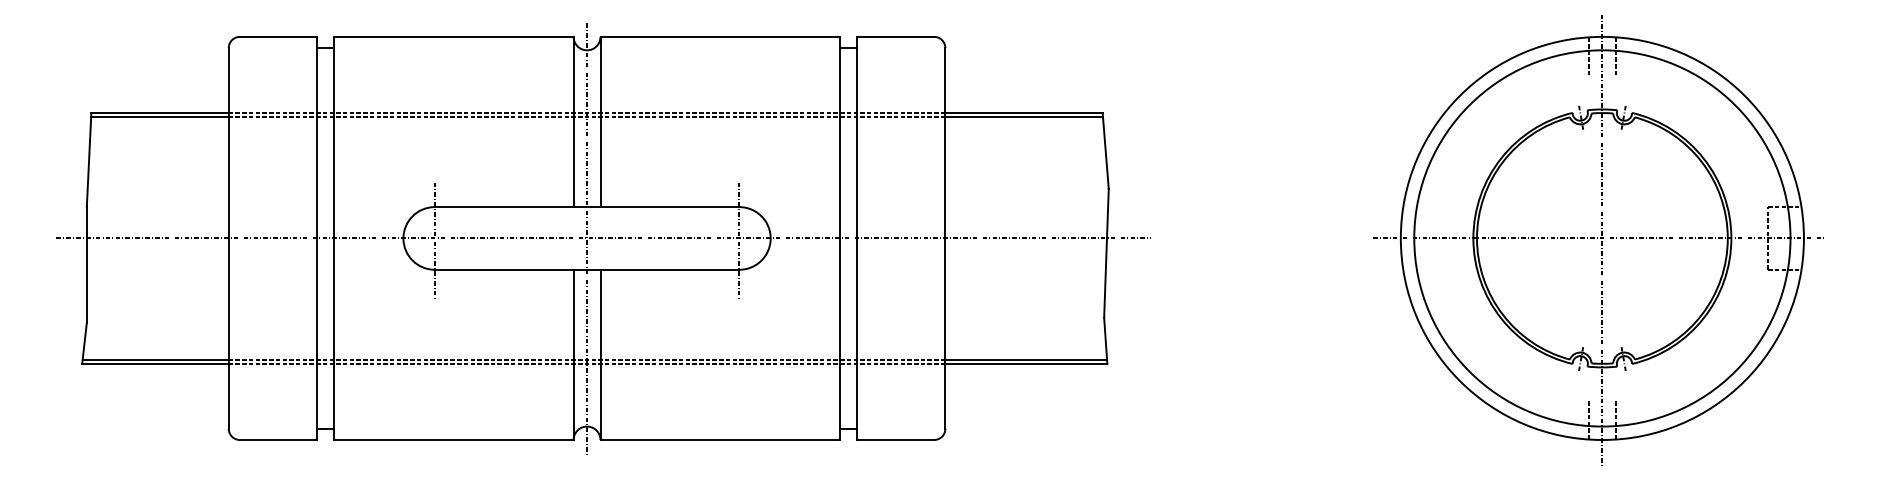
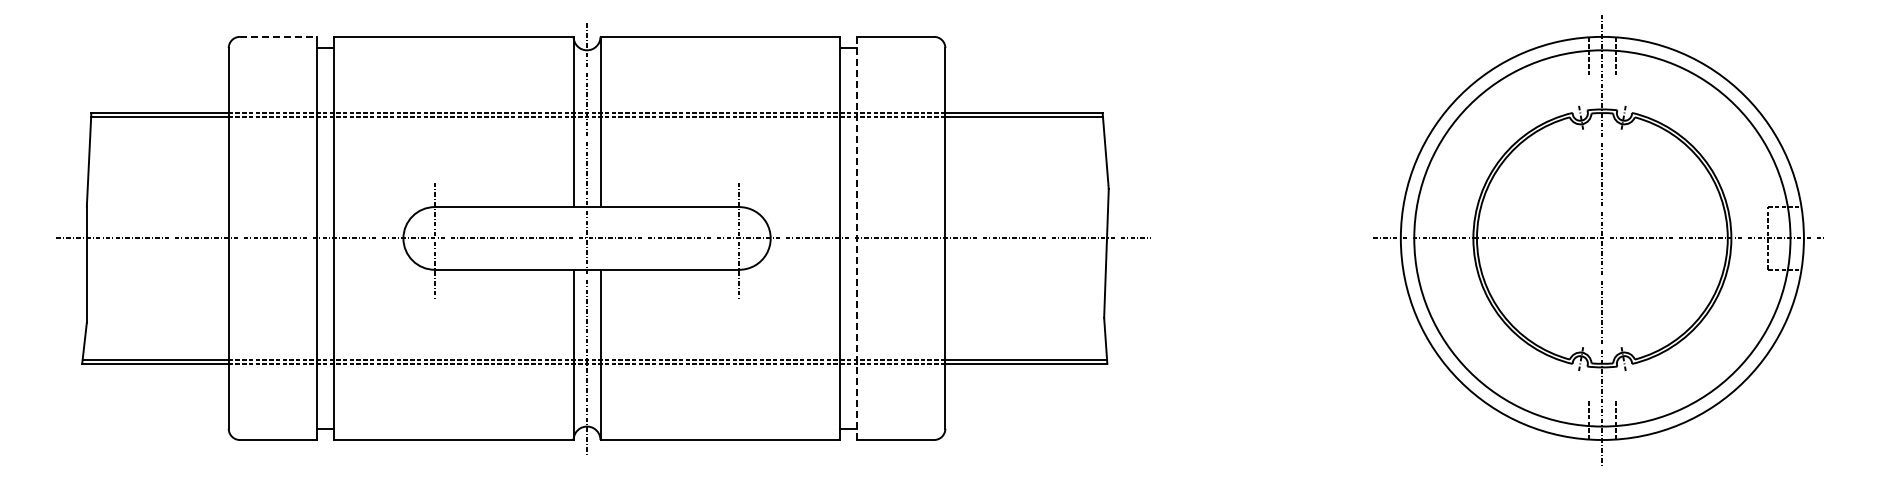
line at (278, 36): solid -> dashed
line at (856, 238): solid -> dashed
